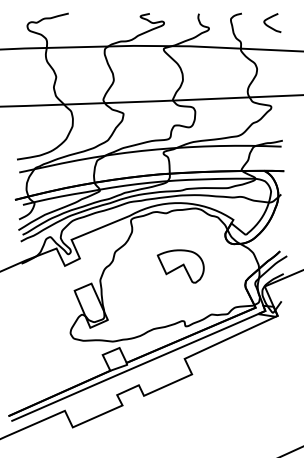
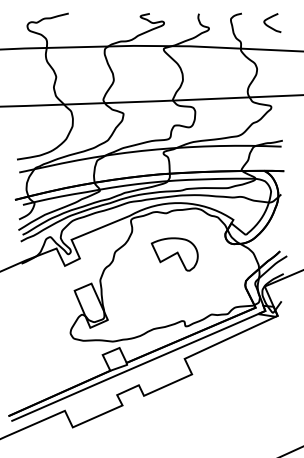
part at (180, 266) position: (180, 266) -> (174, 254)
